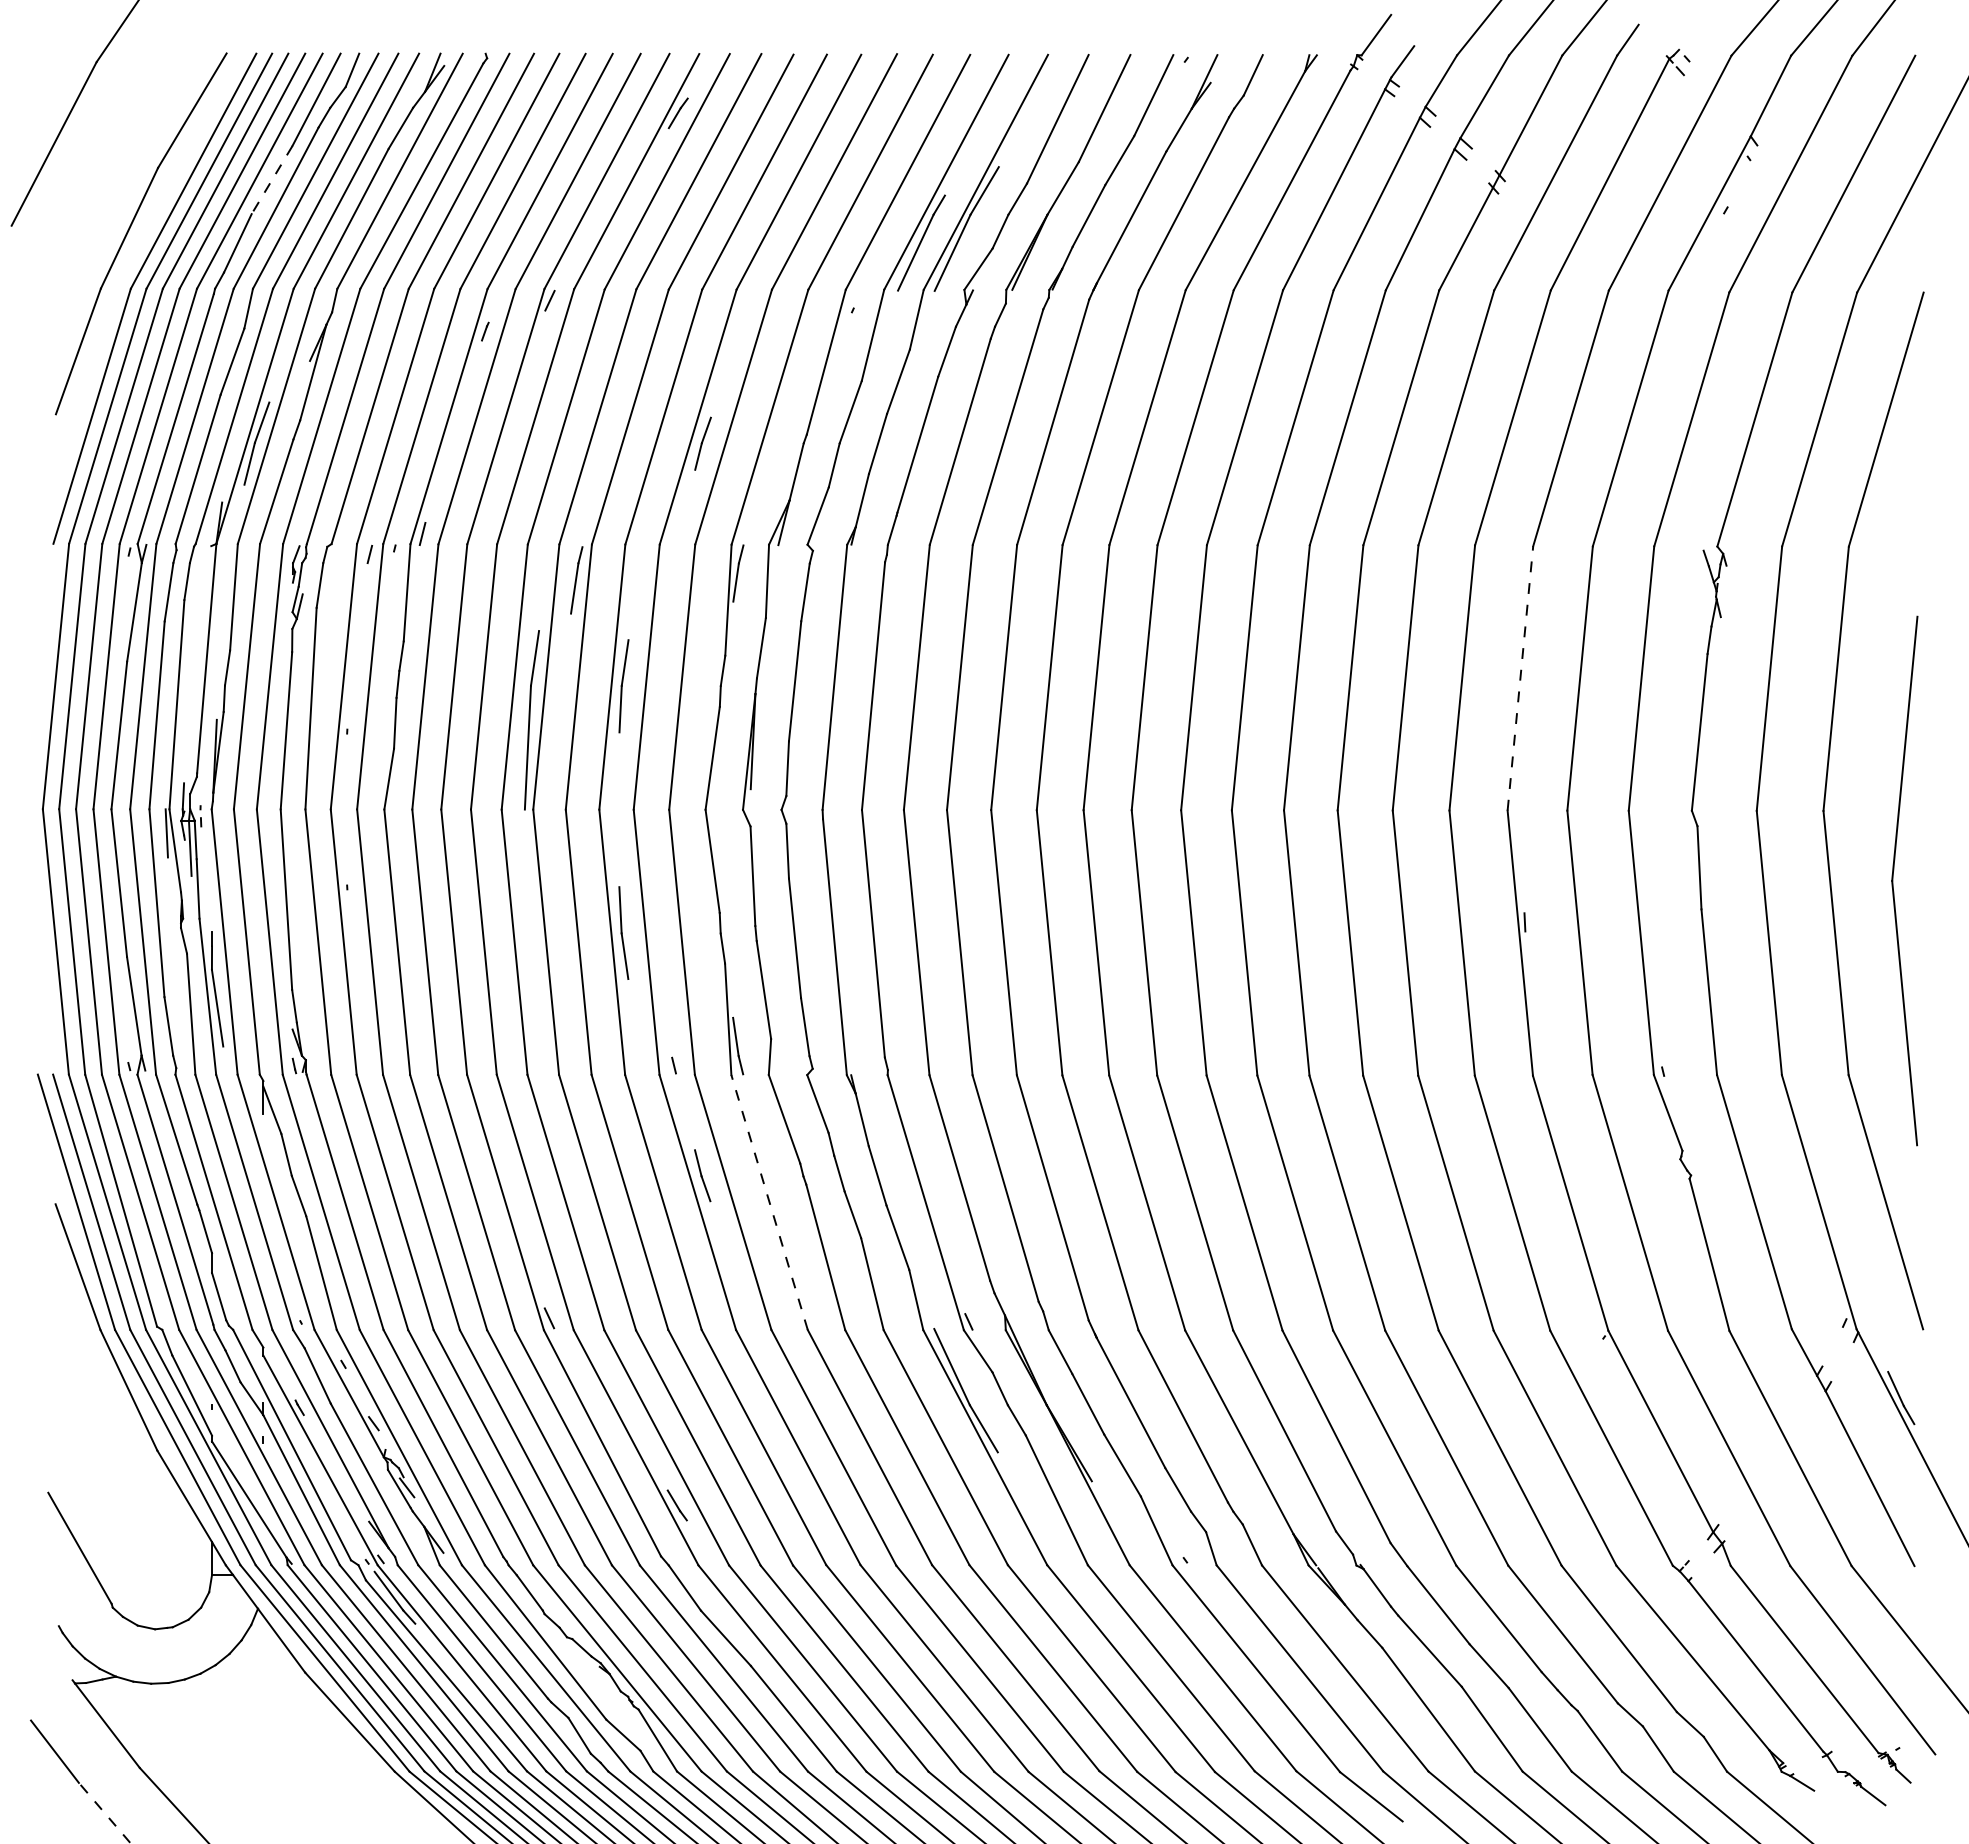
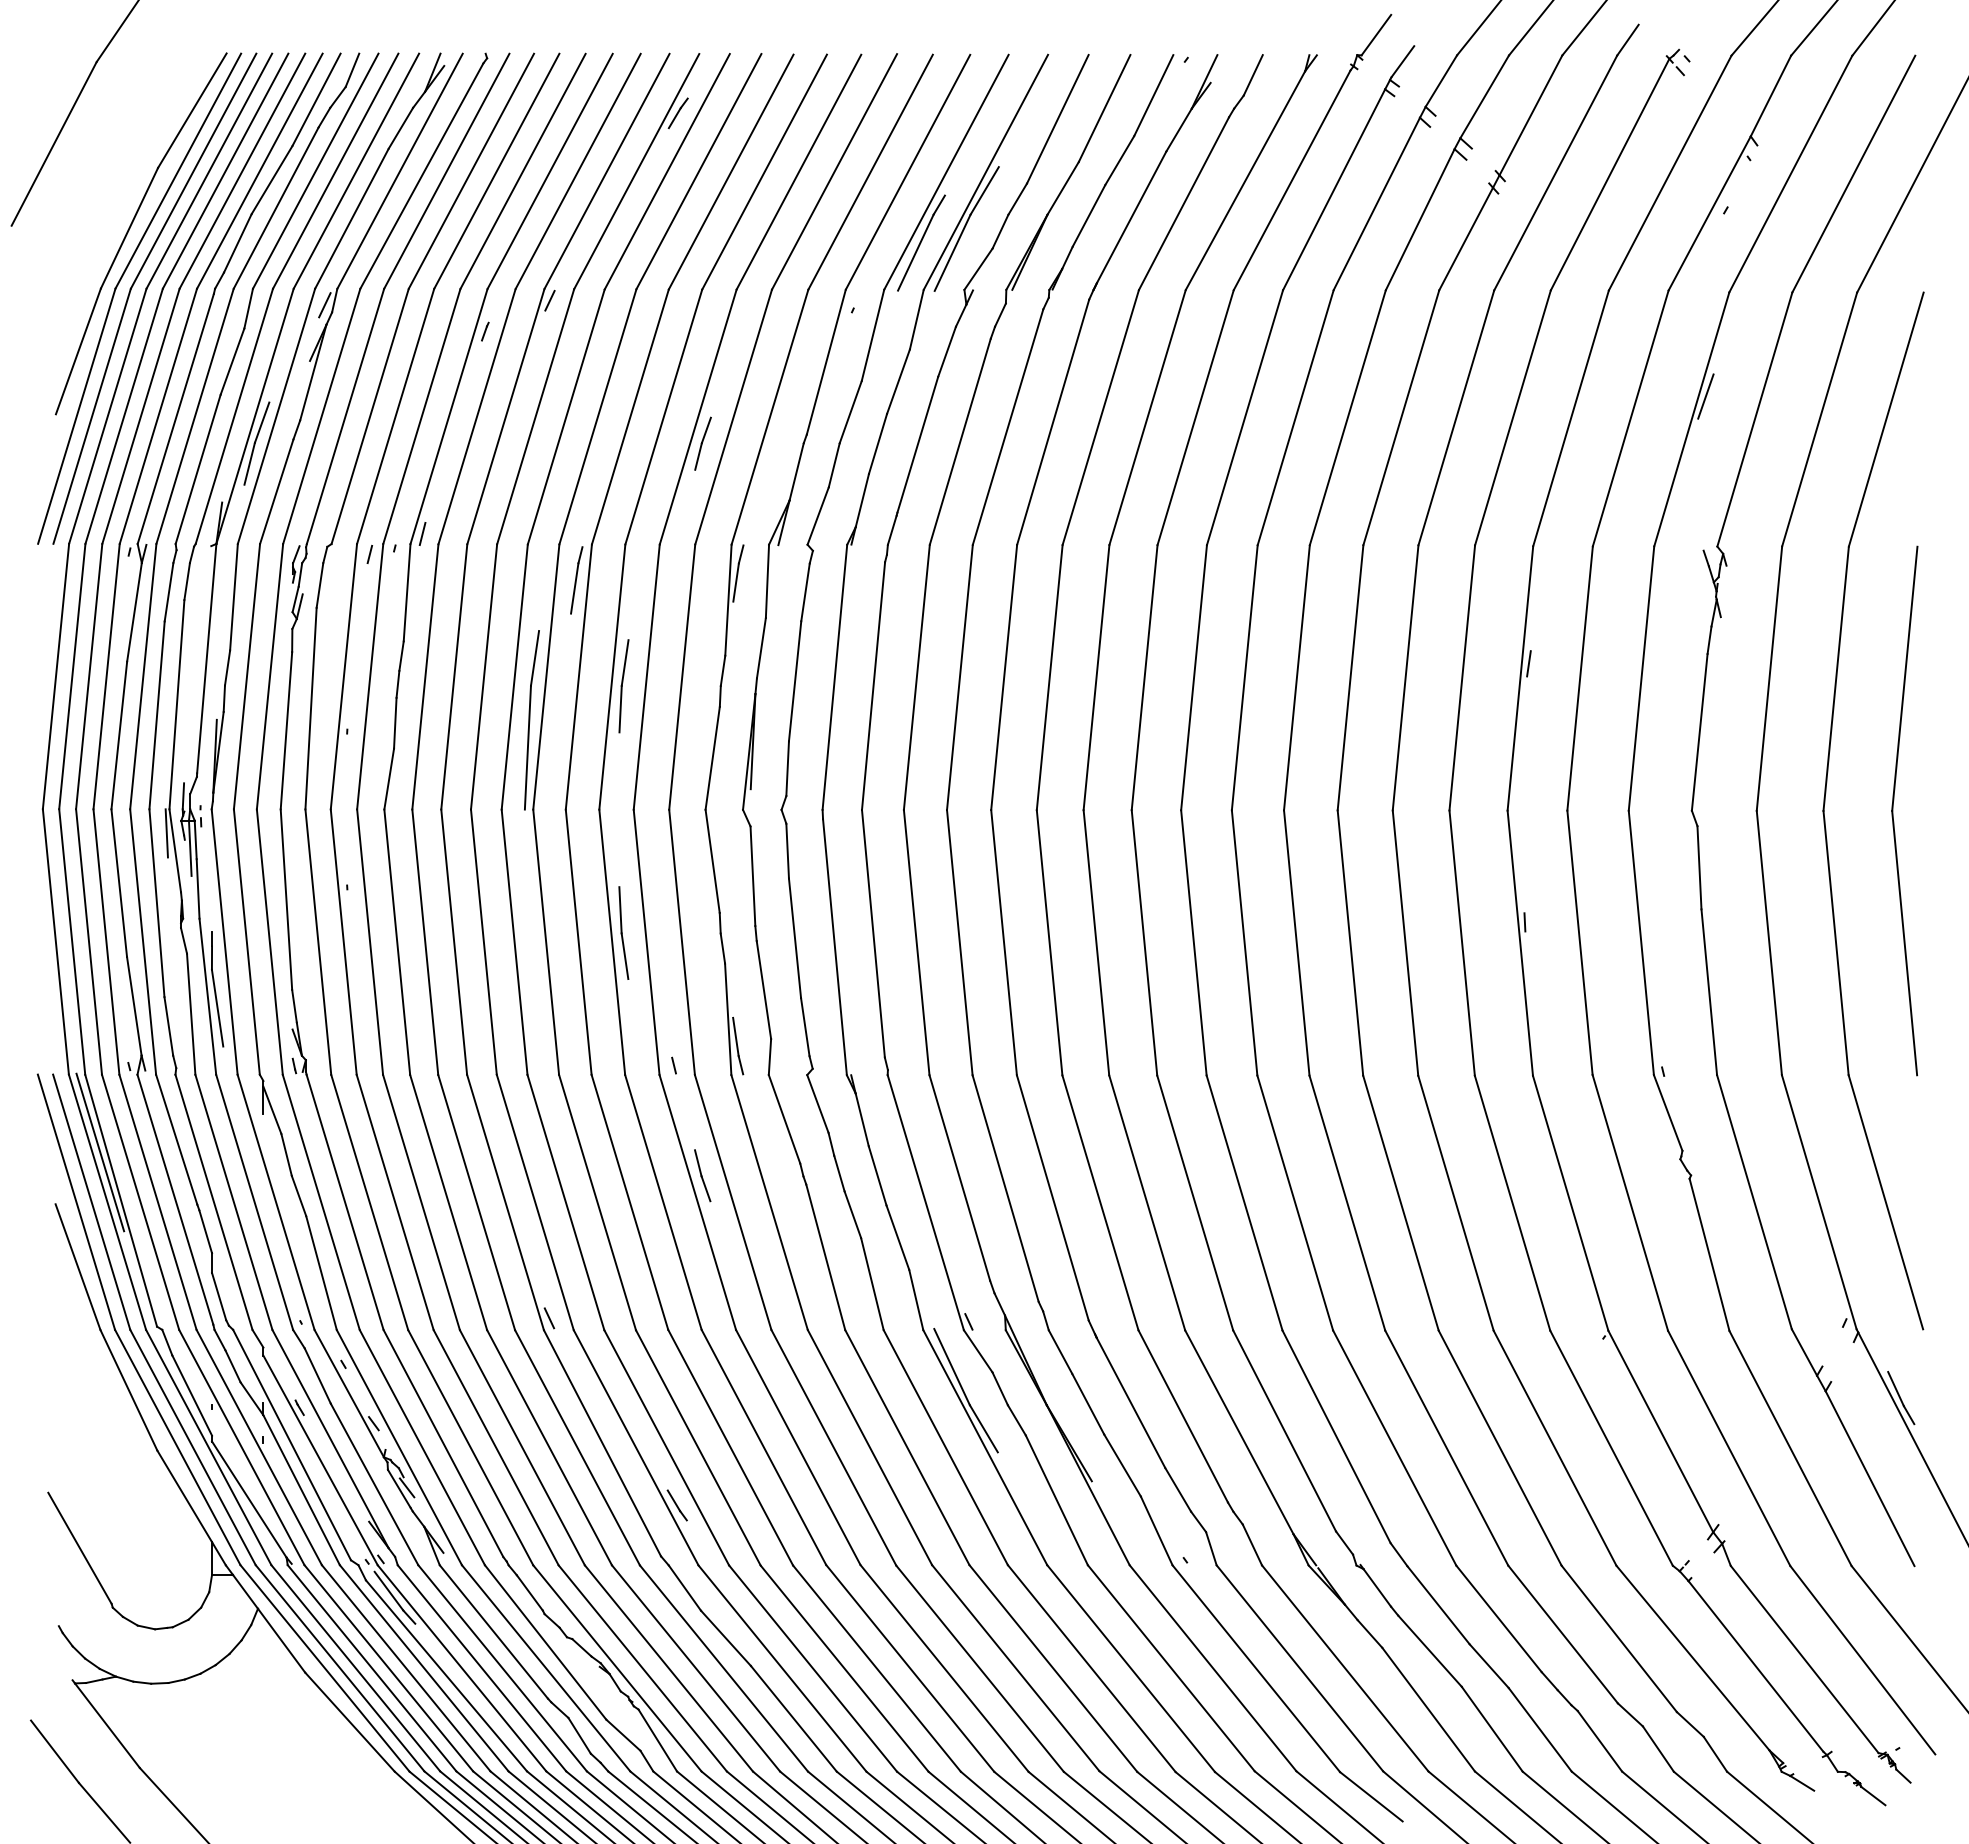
line at (272, 180): dashed -> solid
part at (117, 287): none -> present
line at (324, 305): none -> present
line at (1705, 396): none -> present
line at (1528, 663): none -> present
line at (1520, 678): dashed -> solid
part at (1893, 880) position: (1893, 880) -> (1893, 810)
line at (100, 1152): none -> present
line at (769, 1202): dashed -> solid
line at (104, 1812): dashed -> solid
